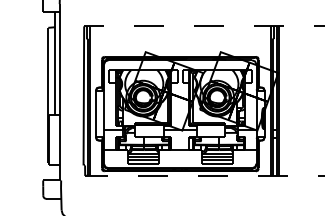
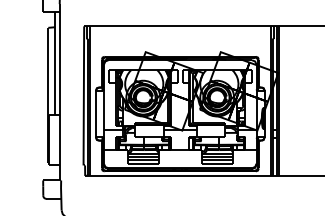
line at (204, 26): dashed -> solid
line at (204, 175): dashed -> solid
